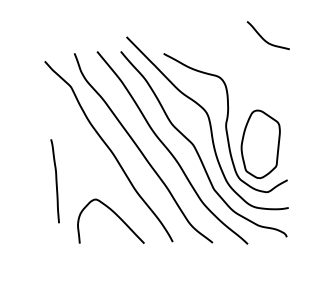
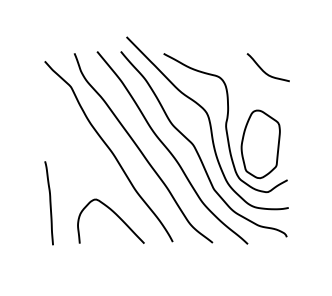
curve at (264, 38) position: (264, 38) -> (264, 70)
curve at (55, 181) position: (55, 181) -> (49, 203)
